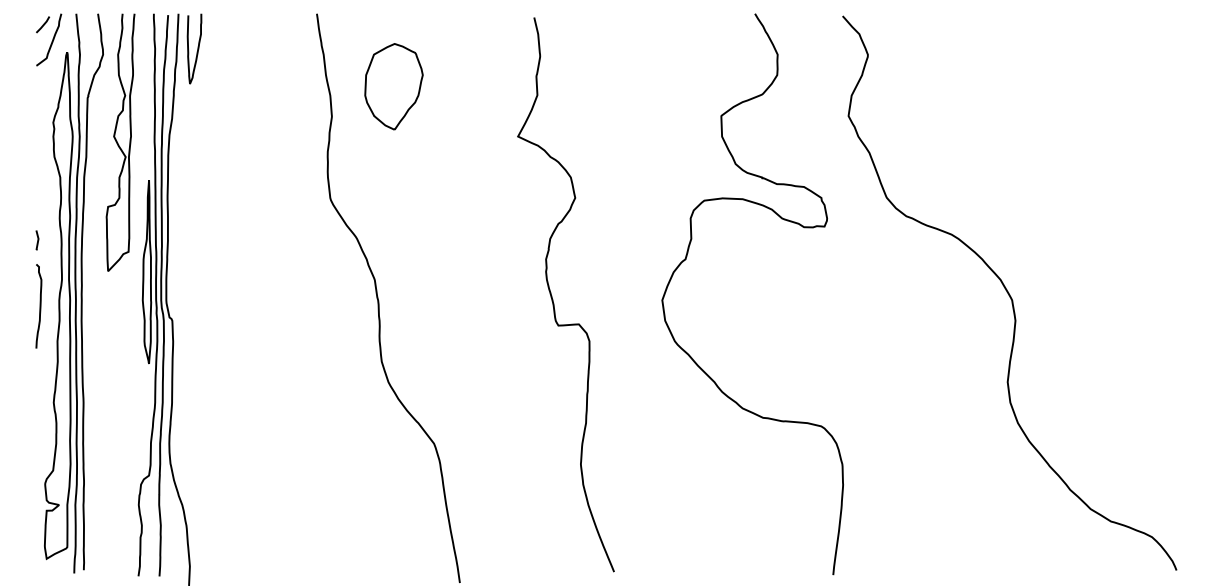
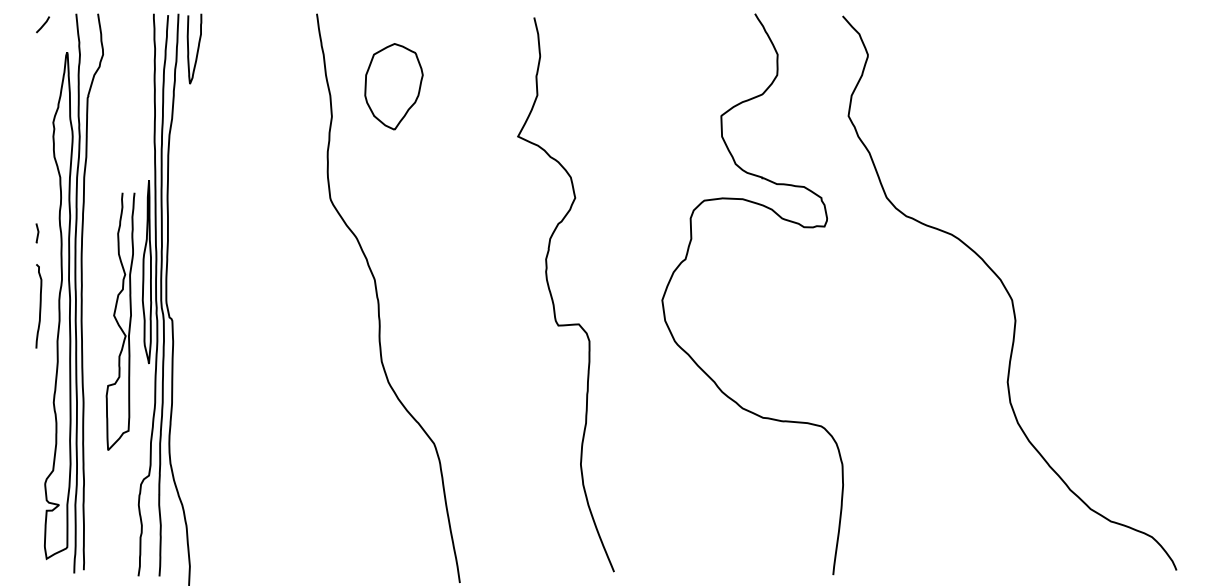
curve at (51, 41): present -> none
curve at (118, 143) position: (118, 143) -> (118, 322)
line at (37, 240) position: (37, 240) -> (37, 233)
